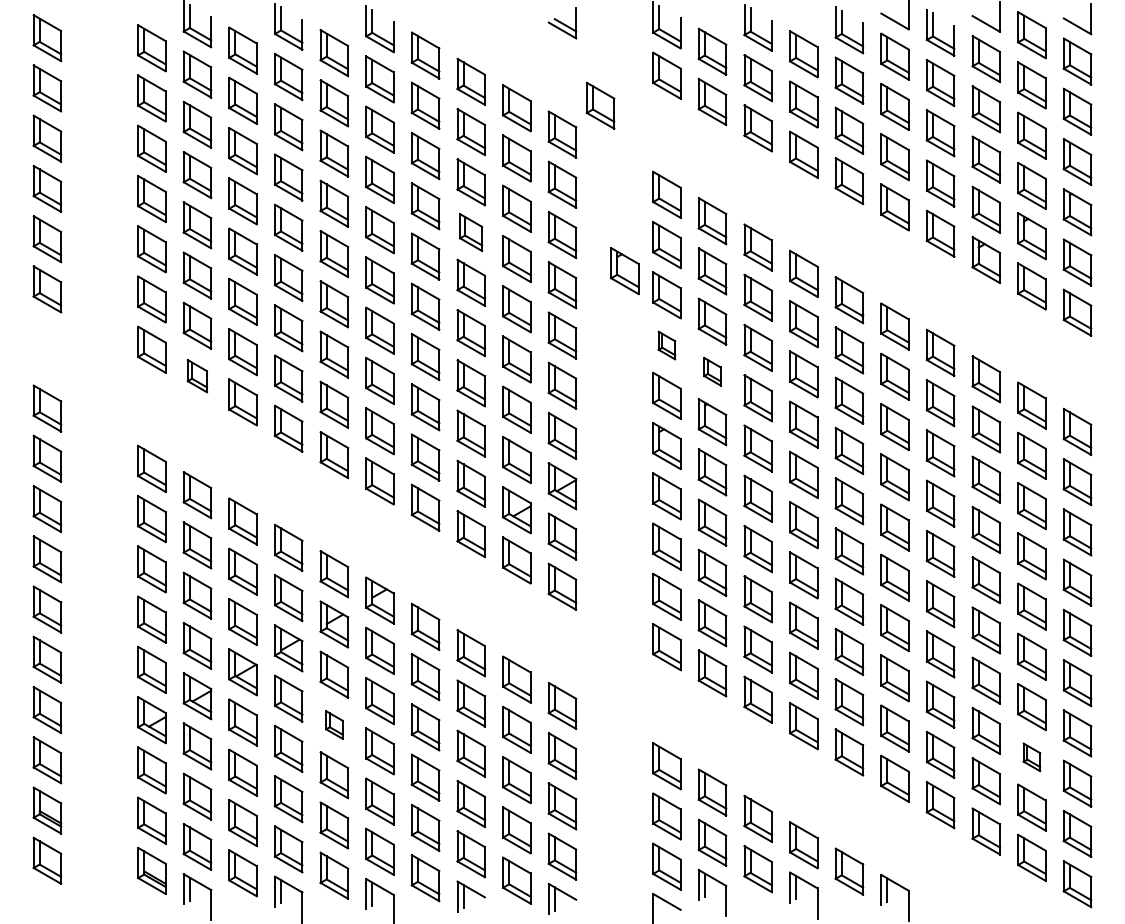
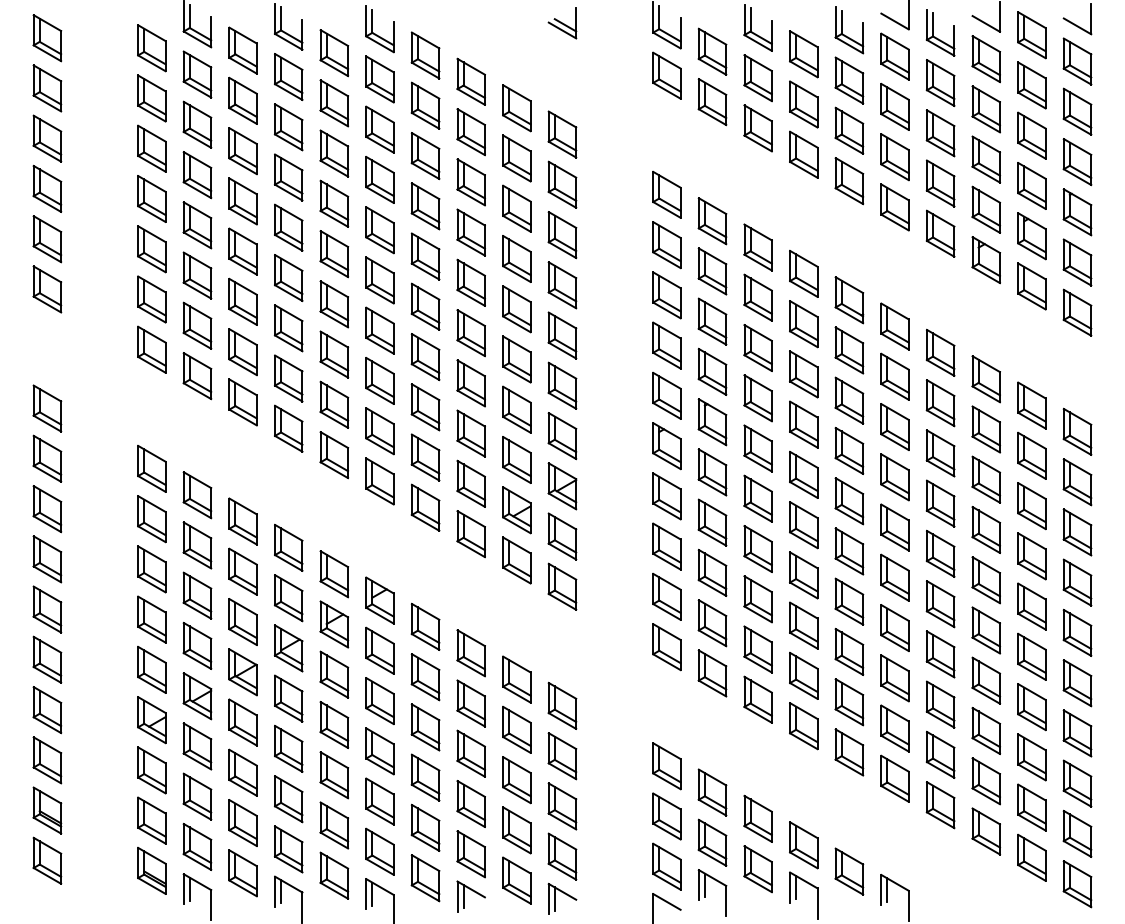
part at (600, 105): present -> none
part at (471, 232) size: 25x39 px -> 30x49 px
part at (624, 271): present -> none
part at (666, 345) size: 20x31 px -> 30x49 px
part at (712, 371) size: 19x30 px -> 31x49 px
part at (197, 376) size: 23x35 px -> 31x49 px
part at (334, 724) size: 19x30 px -> 31x48 px
part at (1031, 757) size: 20x31 px -> 30x49 px
